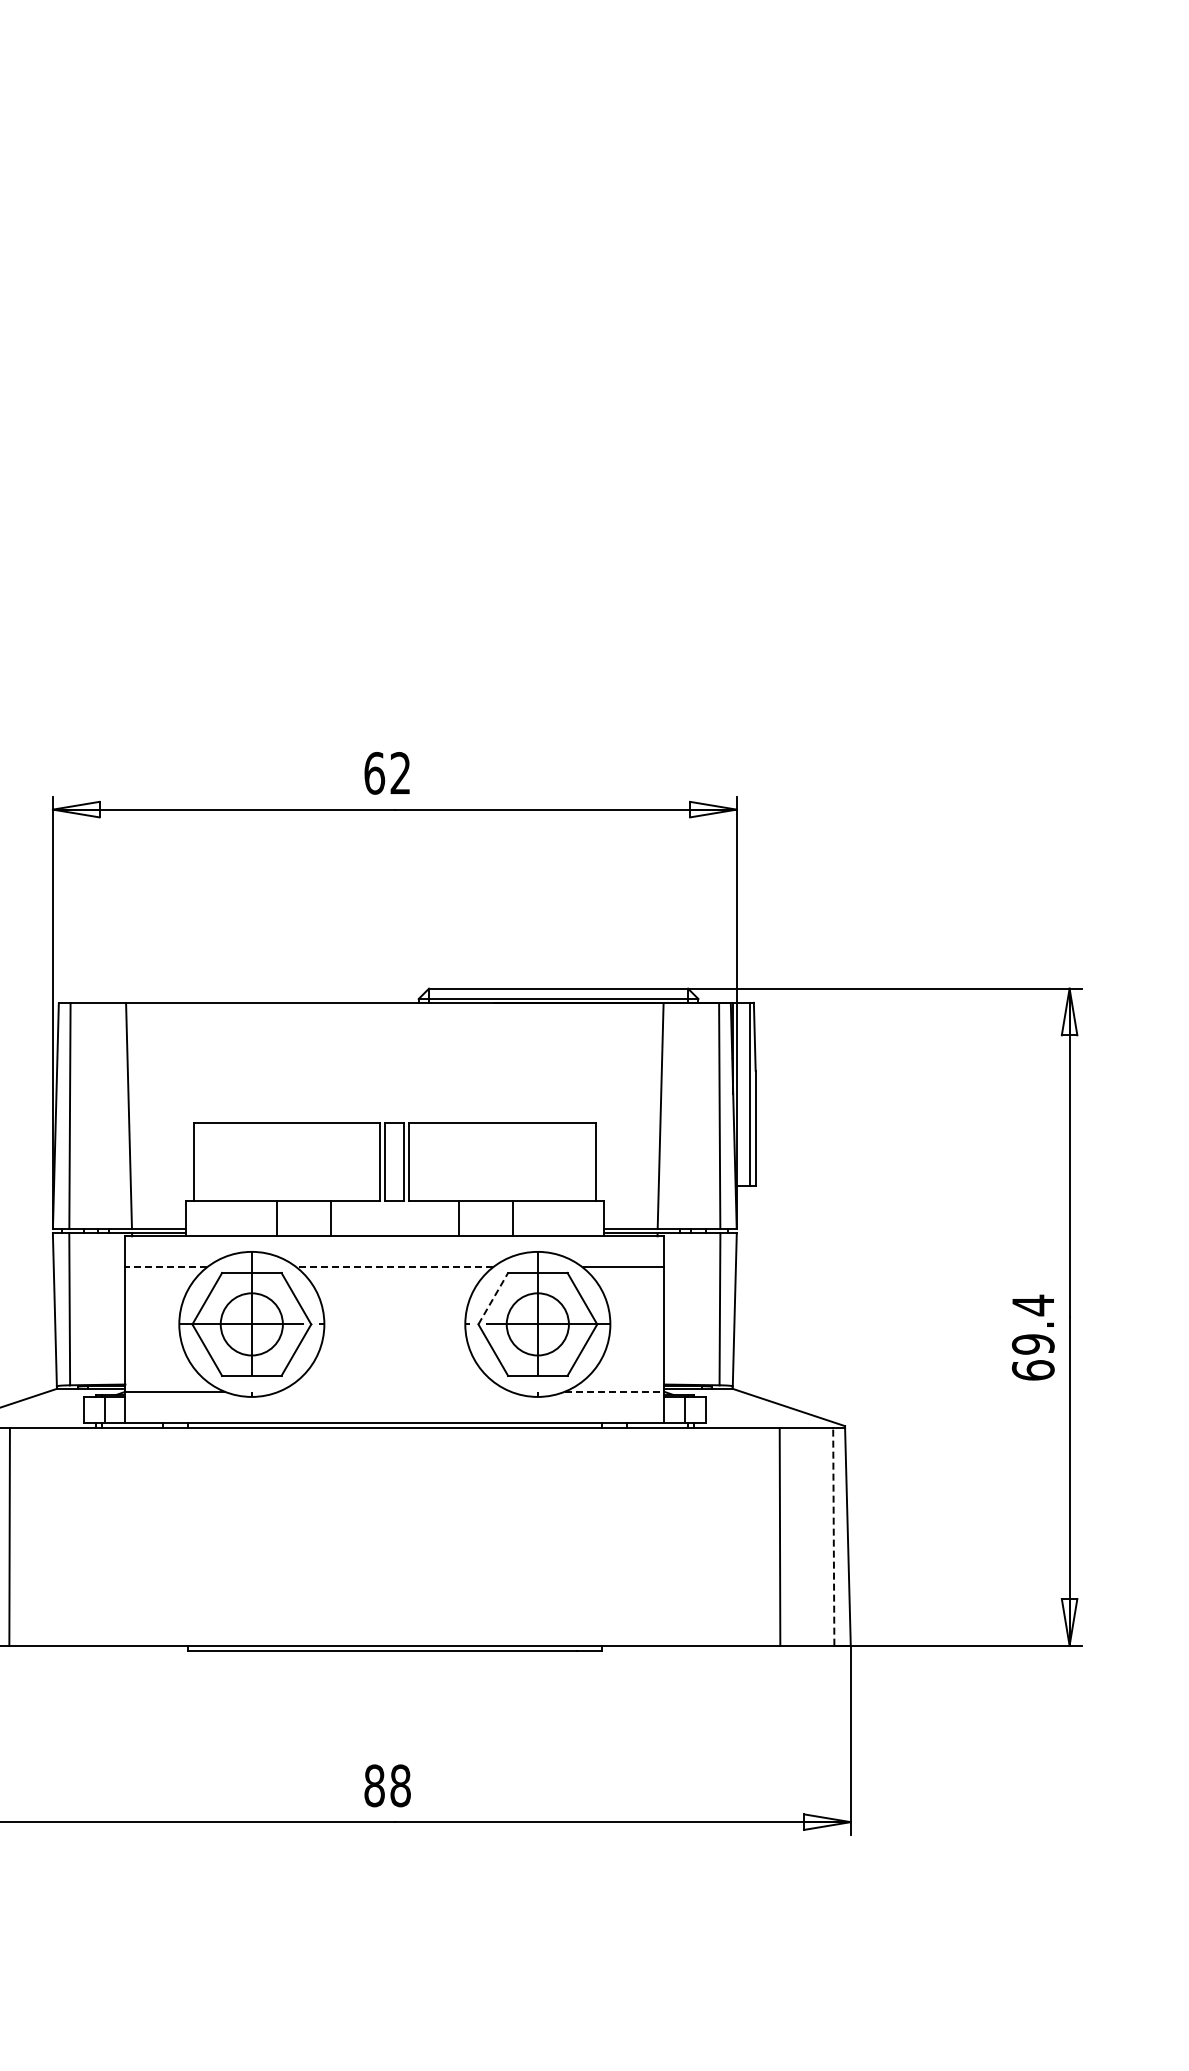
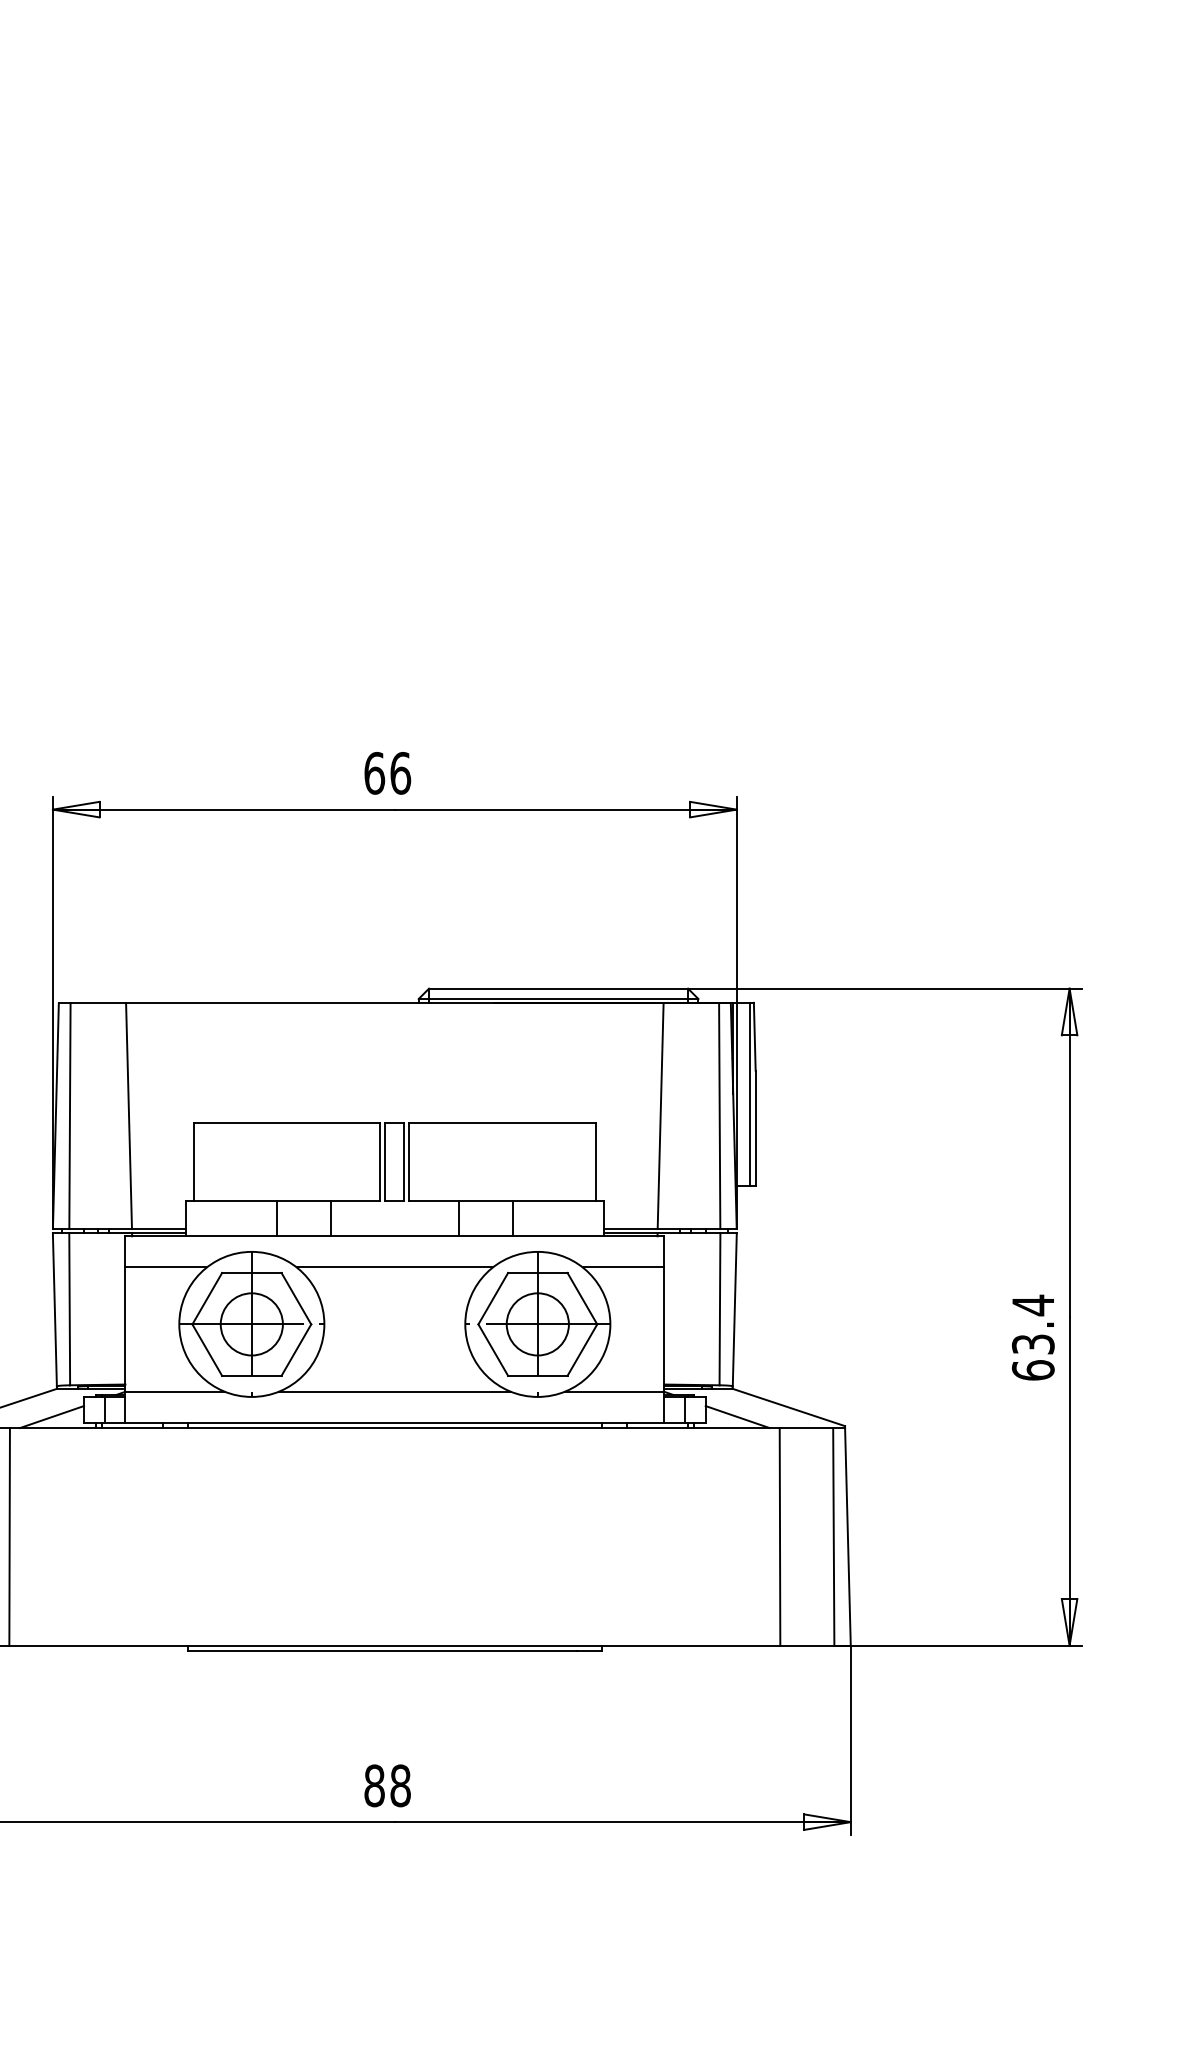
text at (400, 773): 62 -> 66
line at (166, 1267): dashed -> solid
line at (394, 1267): dashed -> solid
line at (493, 1298): dashed -> solid
text at (1033, 1344): 69.4 -> 63.4
line at (394, 1391): none -> present
line at (614, 1391): dashed -> solid
line at (51, 1417): none -> present
line at (737, 1417): none -> present
line at (833, 1536): dashed -> solid
